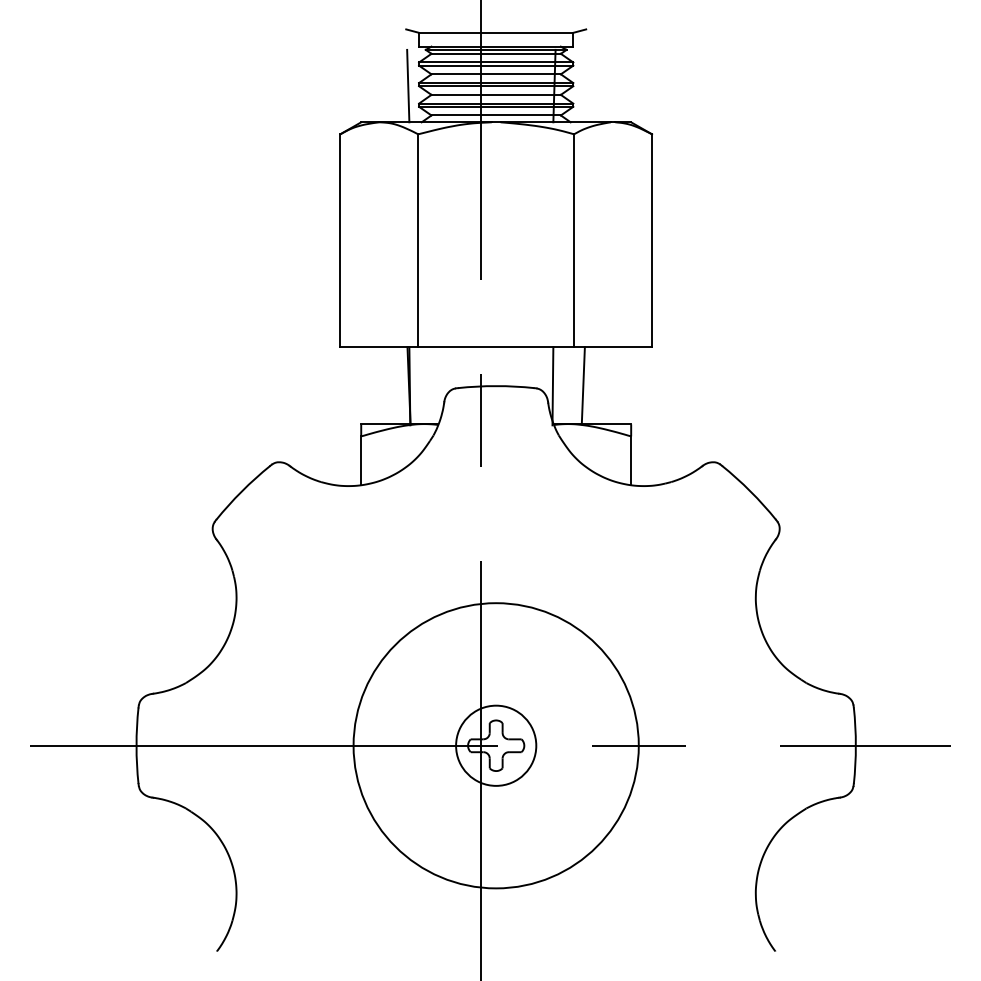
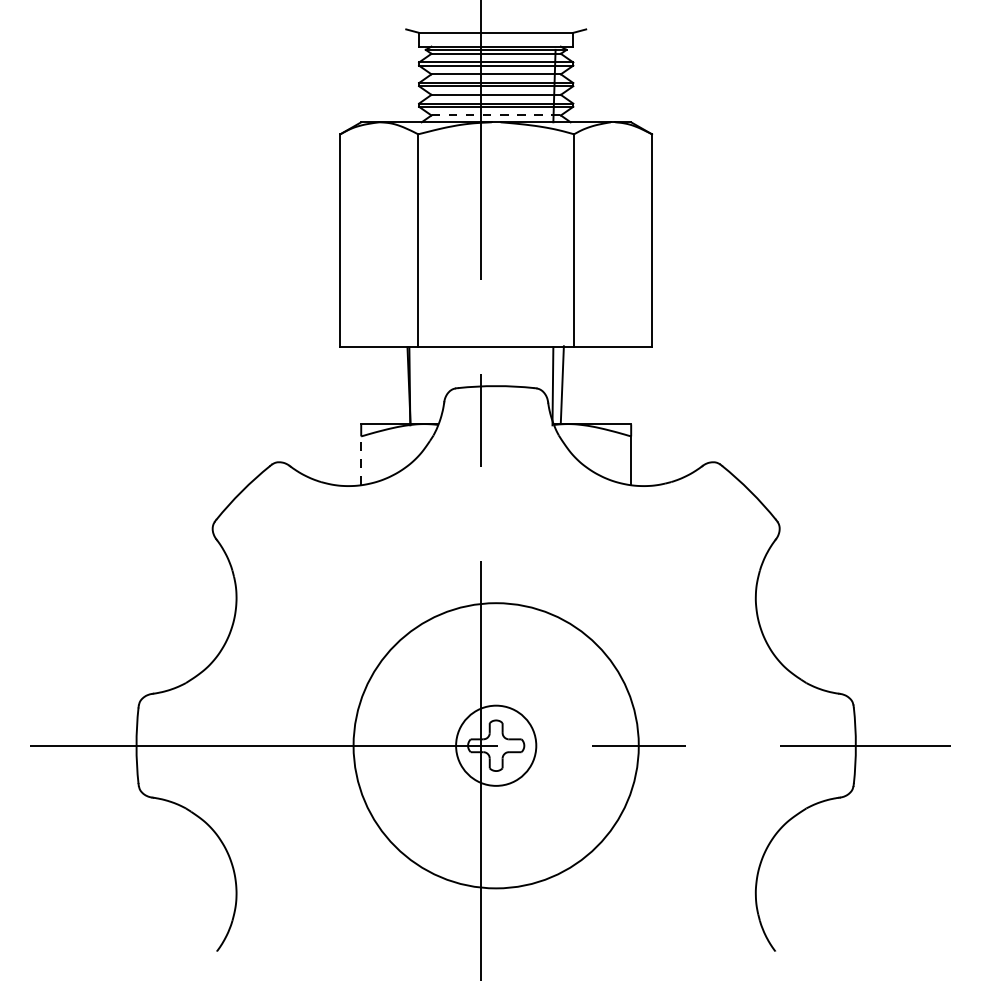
line at (408, 85): present -> none
line at (496, 115): solid -> dashed
line at (582, 385) position: (582, 385) -> (561, 384)
line at (361, 460): solid -> dashed
